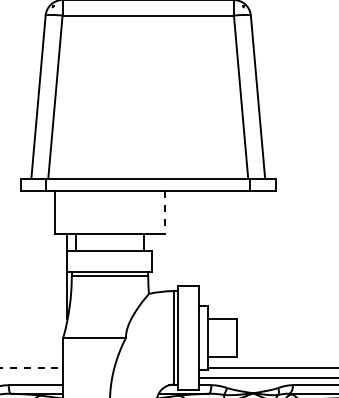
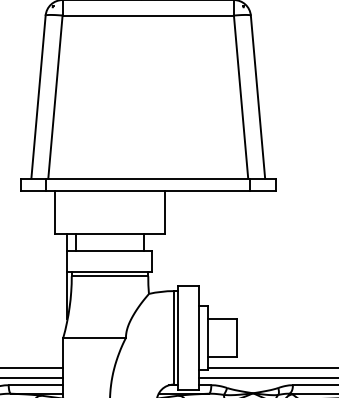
line at (165, 212): dashed -> solid
line at (32, 367): dashed -> solid
line at (32, 378): none -> present
